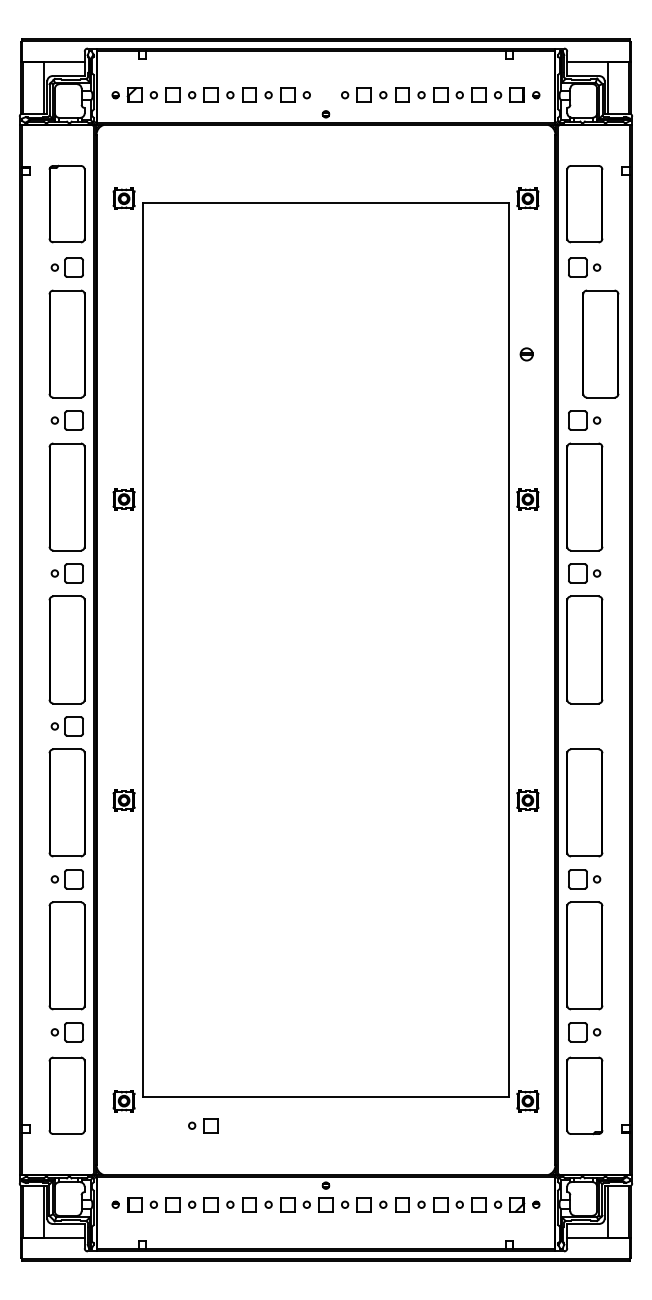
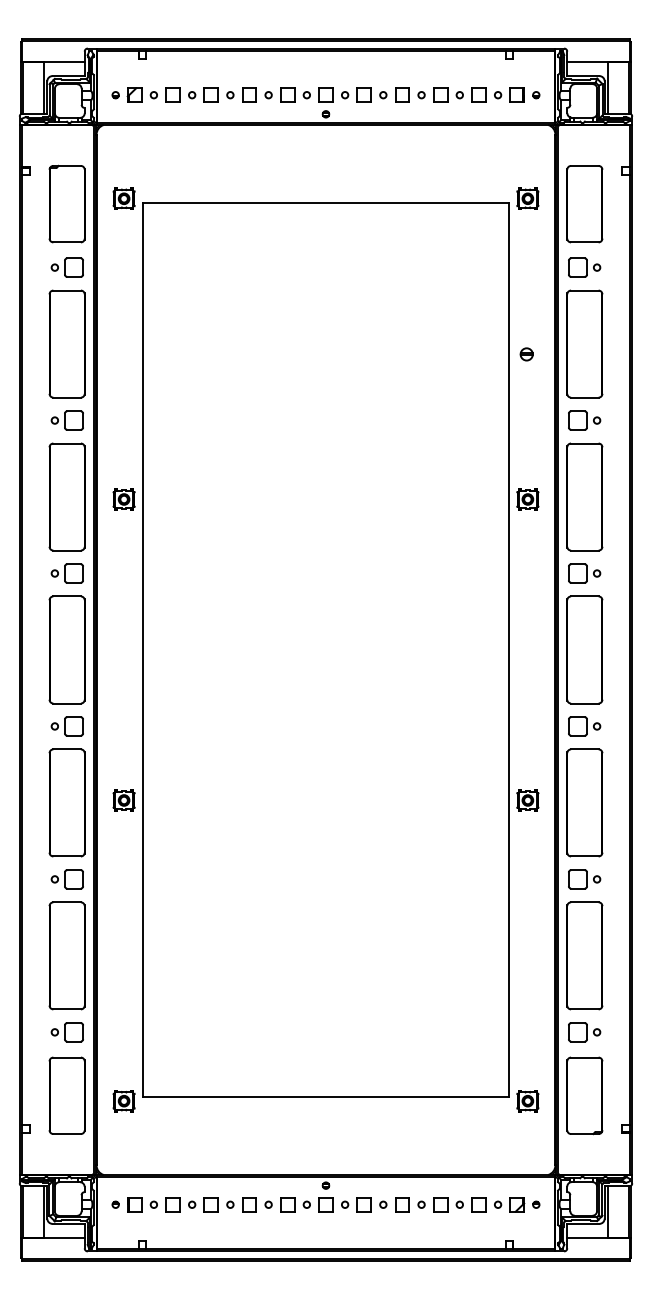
part at (325, 94): none -> present
part at (600, 343) position: (600, 343) -> (584, 343)
part at (584, 726): none -> present
part at (203, 1125): present -> none
